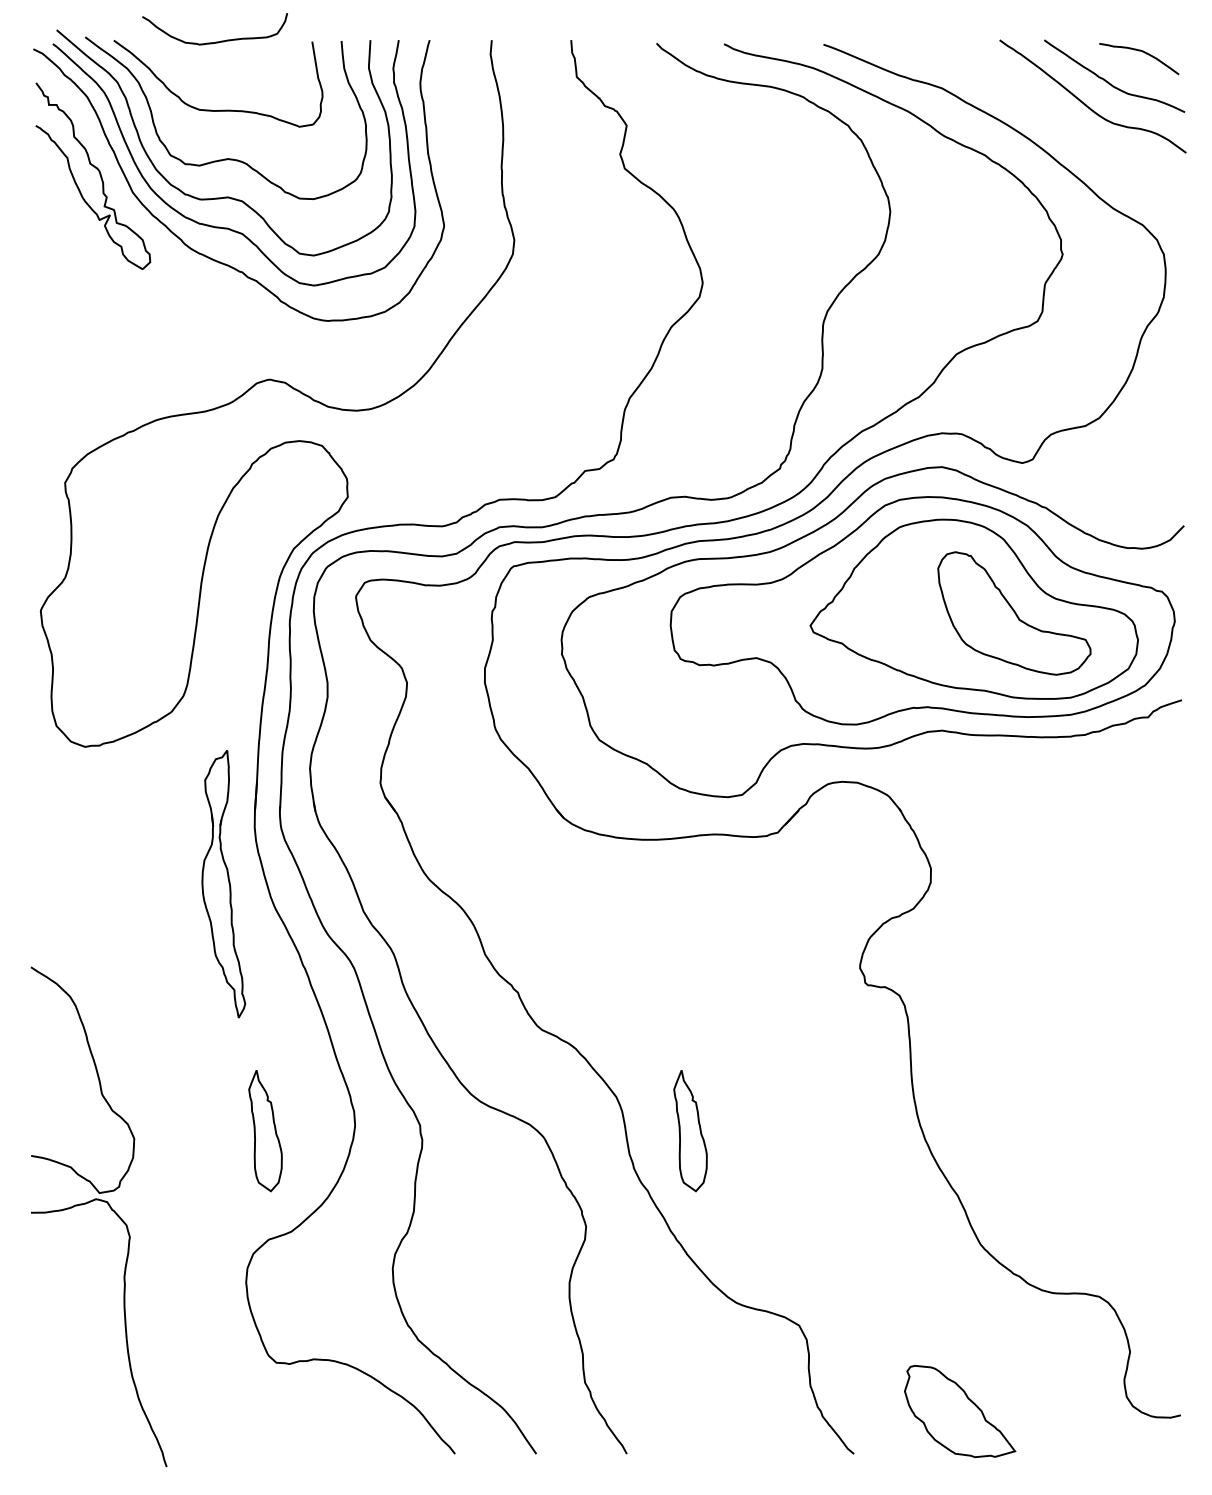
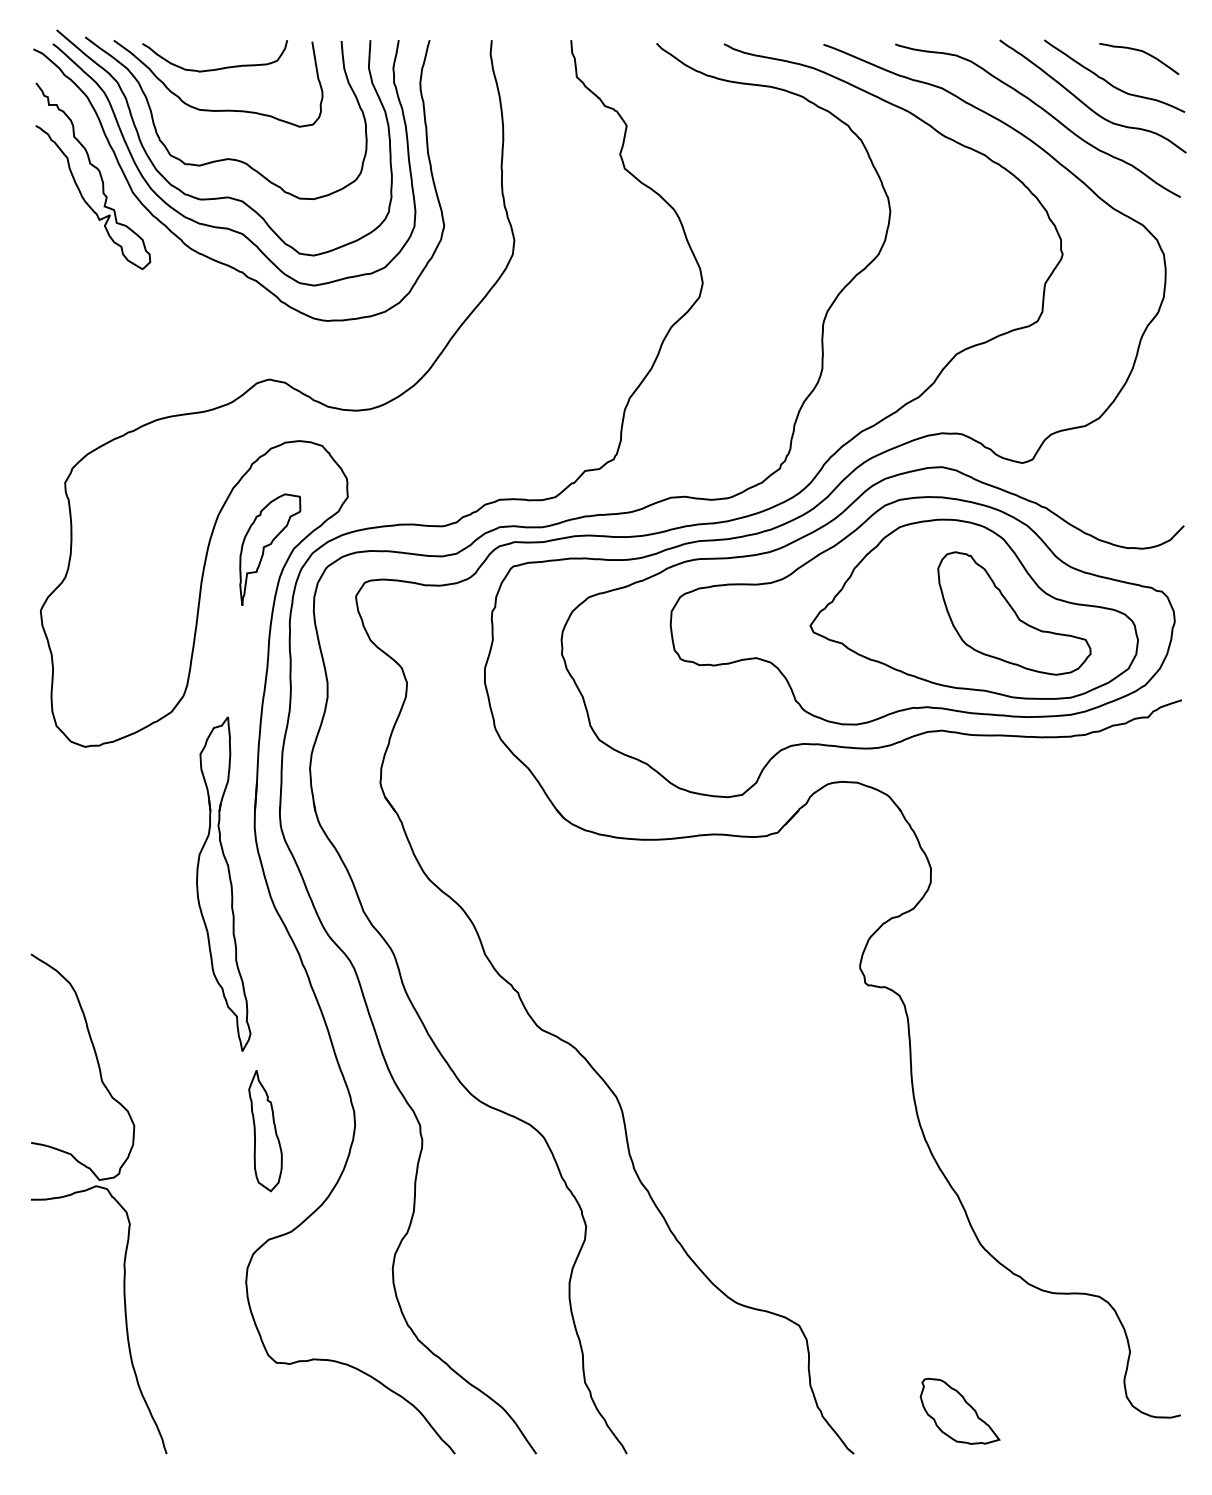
curve at (215, 41) position: (215, 41) -> (215, 68)
curve at (1045, 112): none -> present
part at (270, 549): none -> present
part at (223, 884) size: 46x269 px -> 56x336 px
part at (690, 1131): present -> none
part at (110, 1209) position: (110, 1209) -> (110, 1196)
part at (960, 1411) size: 113x94 px -> 82x68 px
